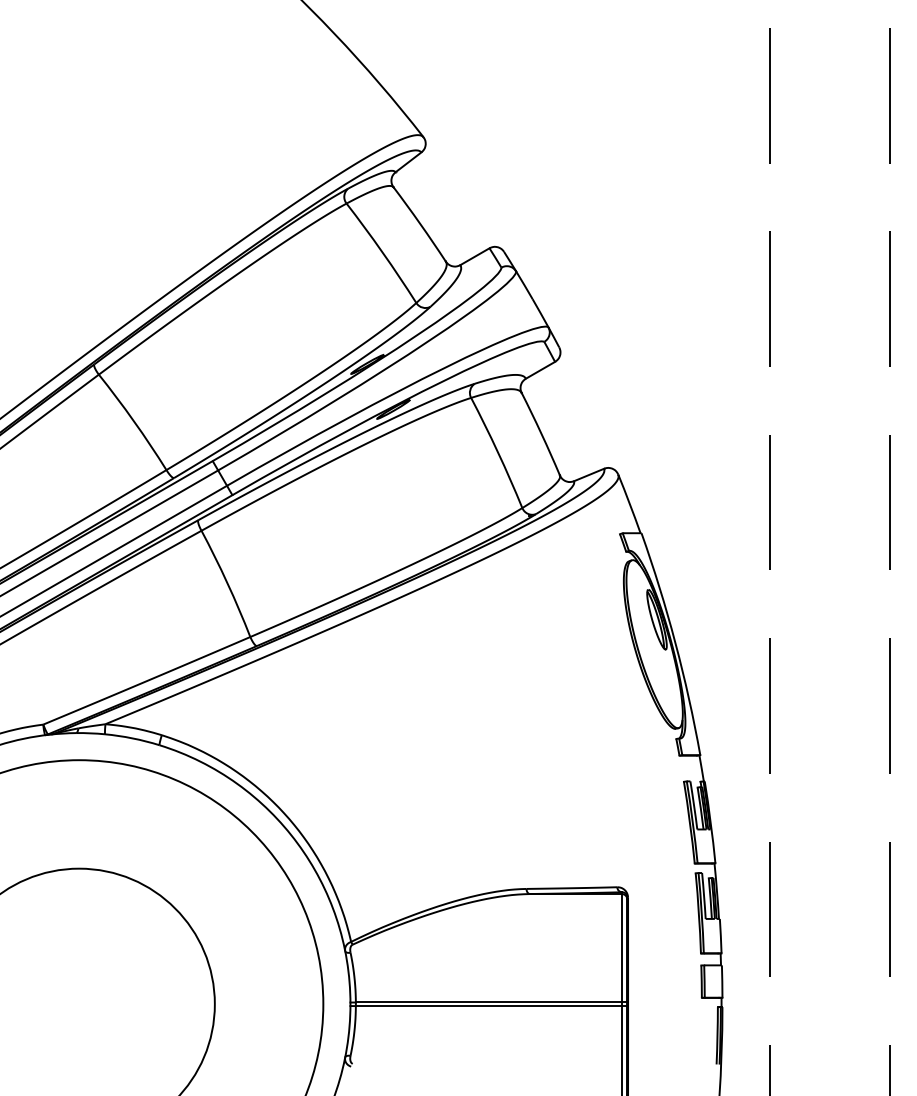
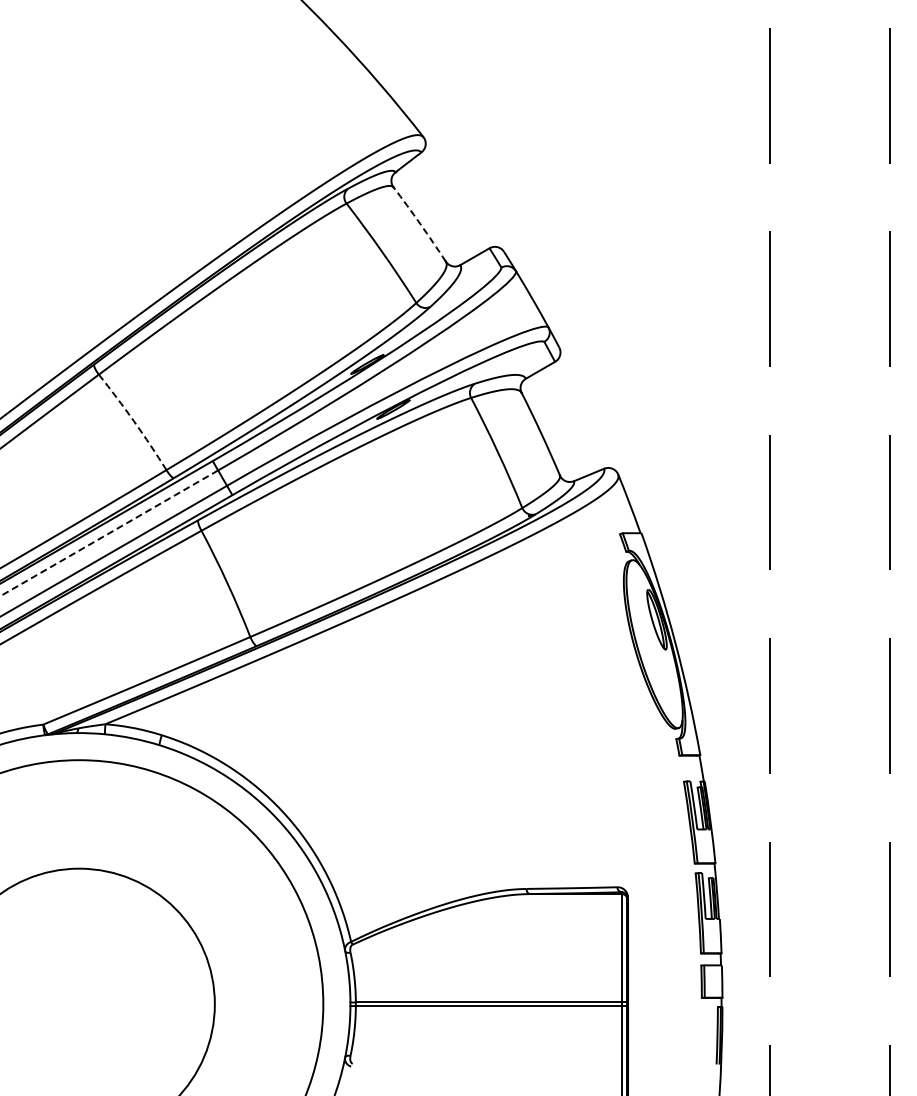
arc at (420, 224): solid -> dashed
arc at (134, 421): solid -> dashed
line at (109, 533): solid -> dashed
